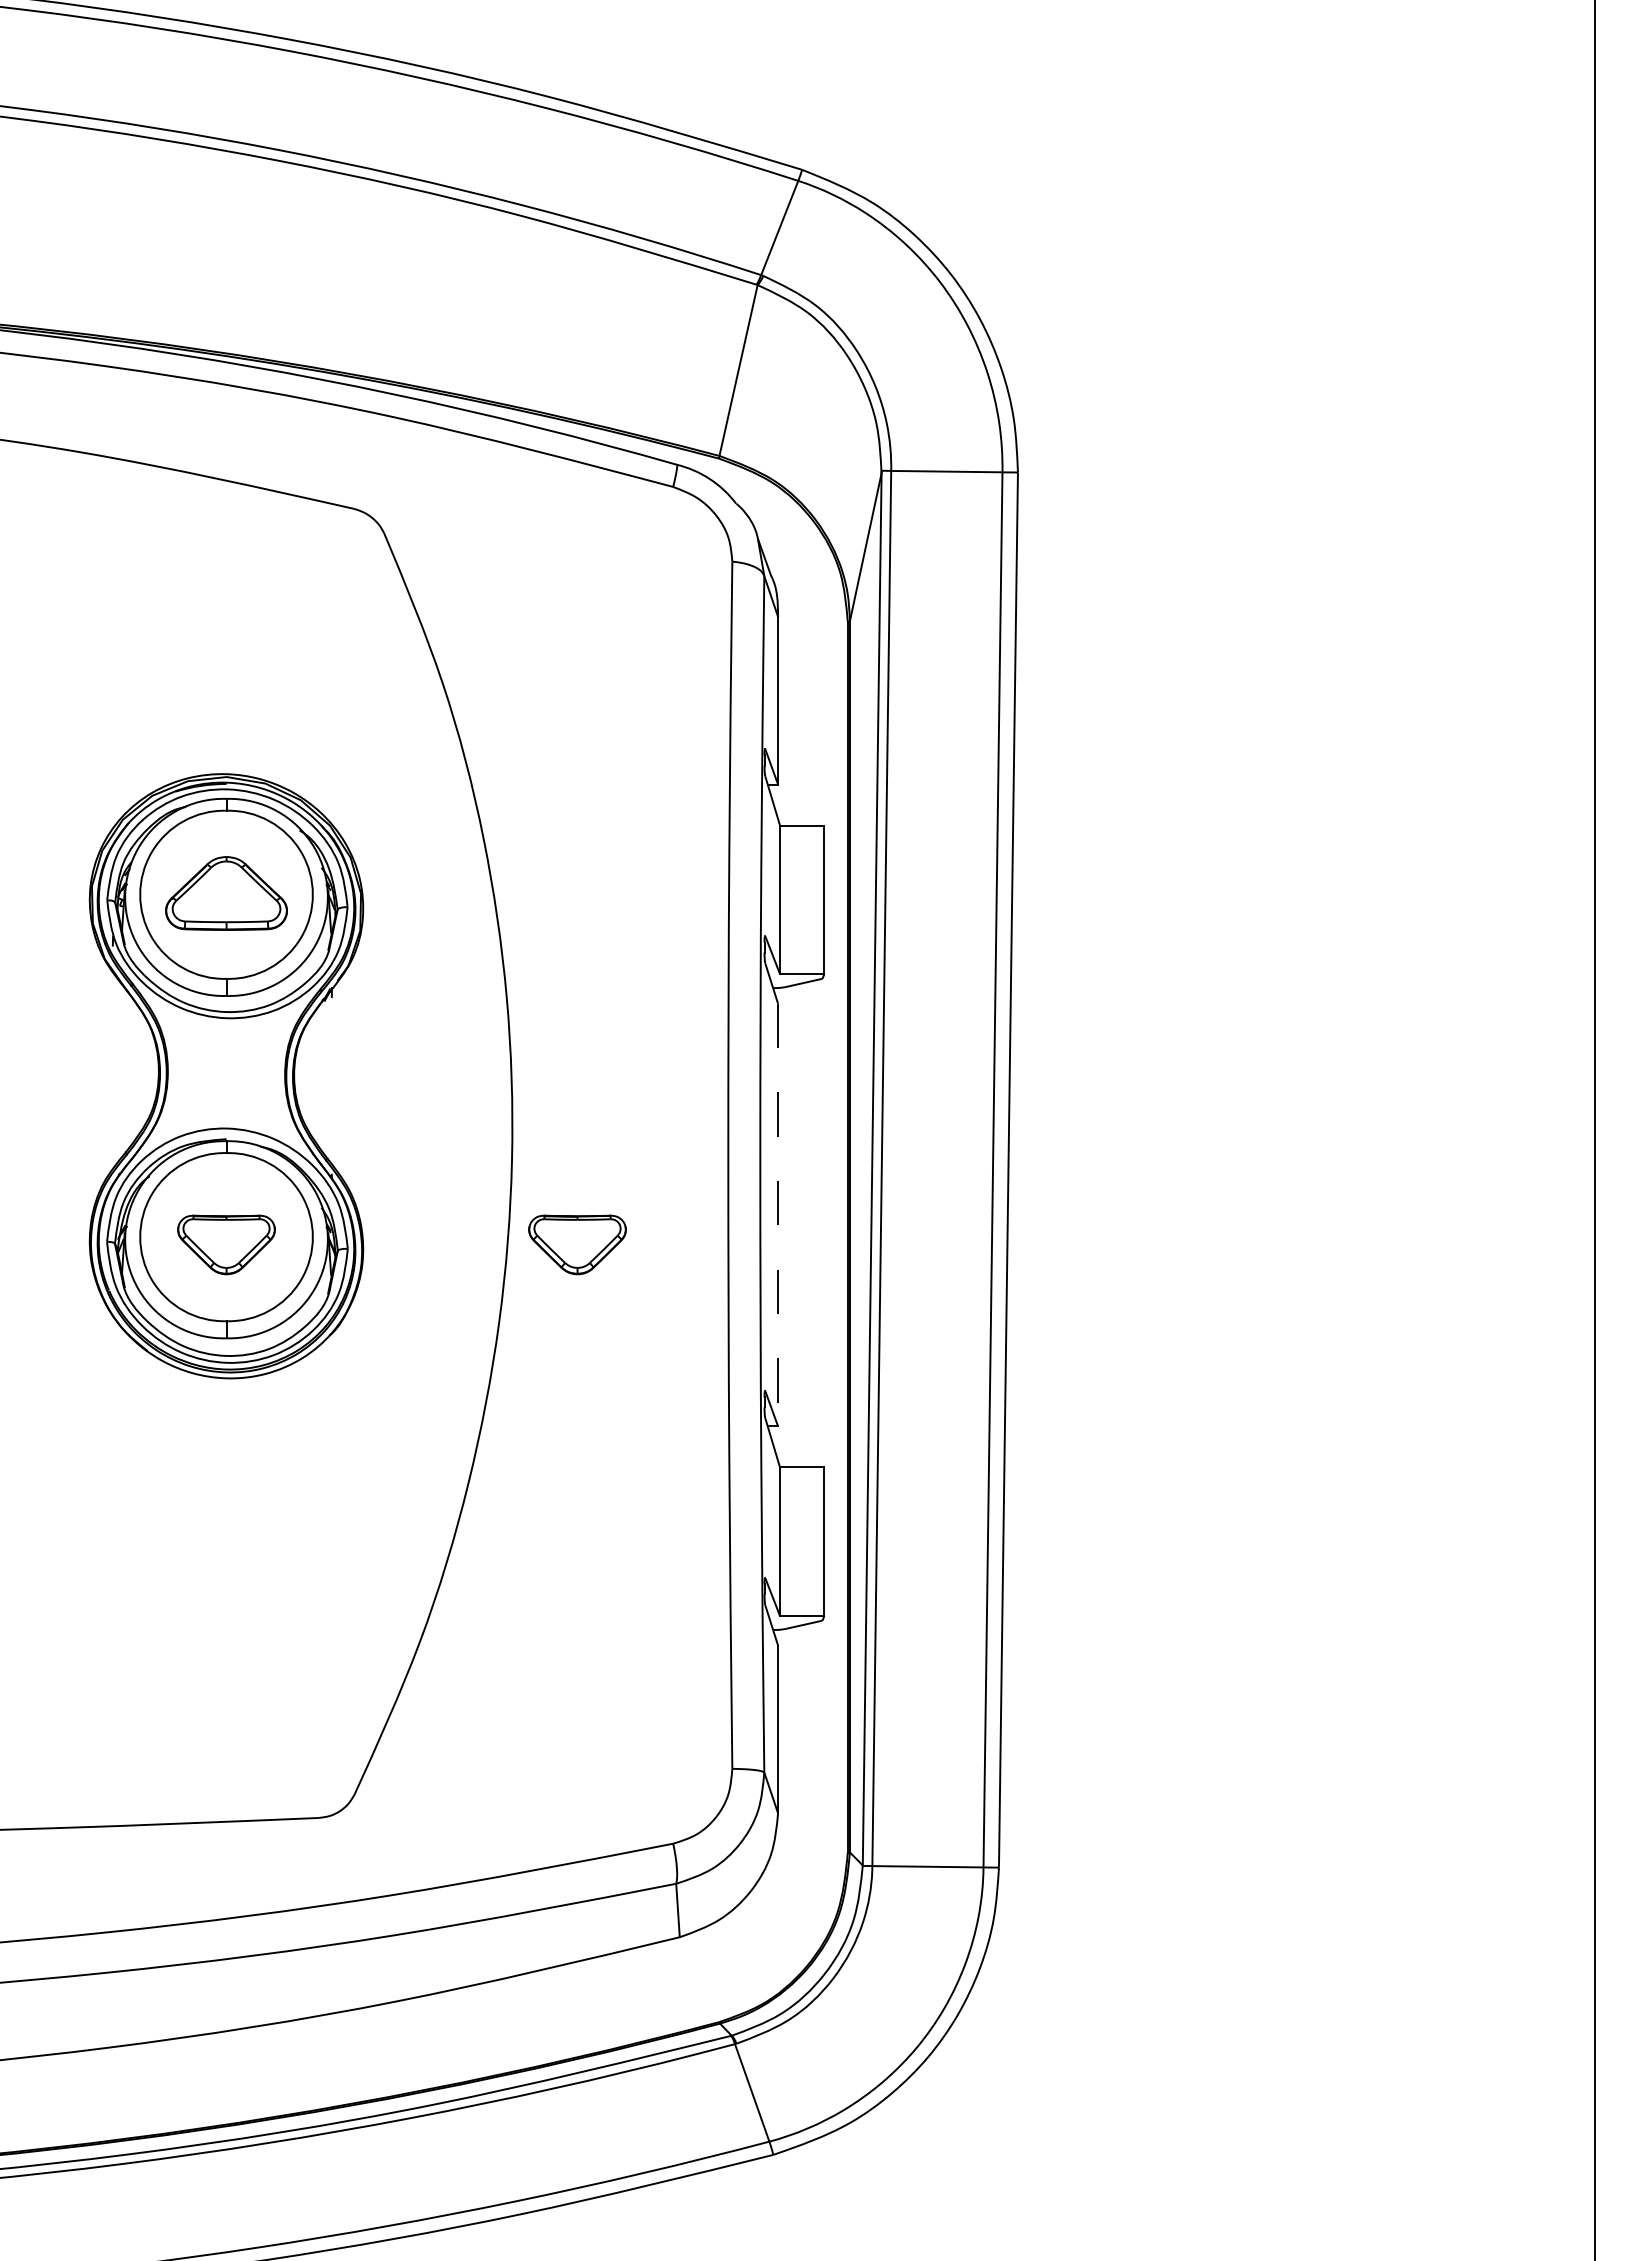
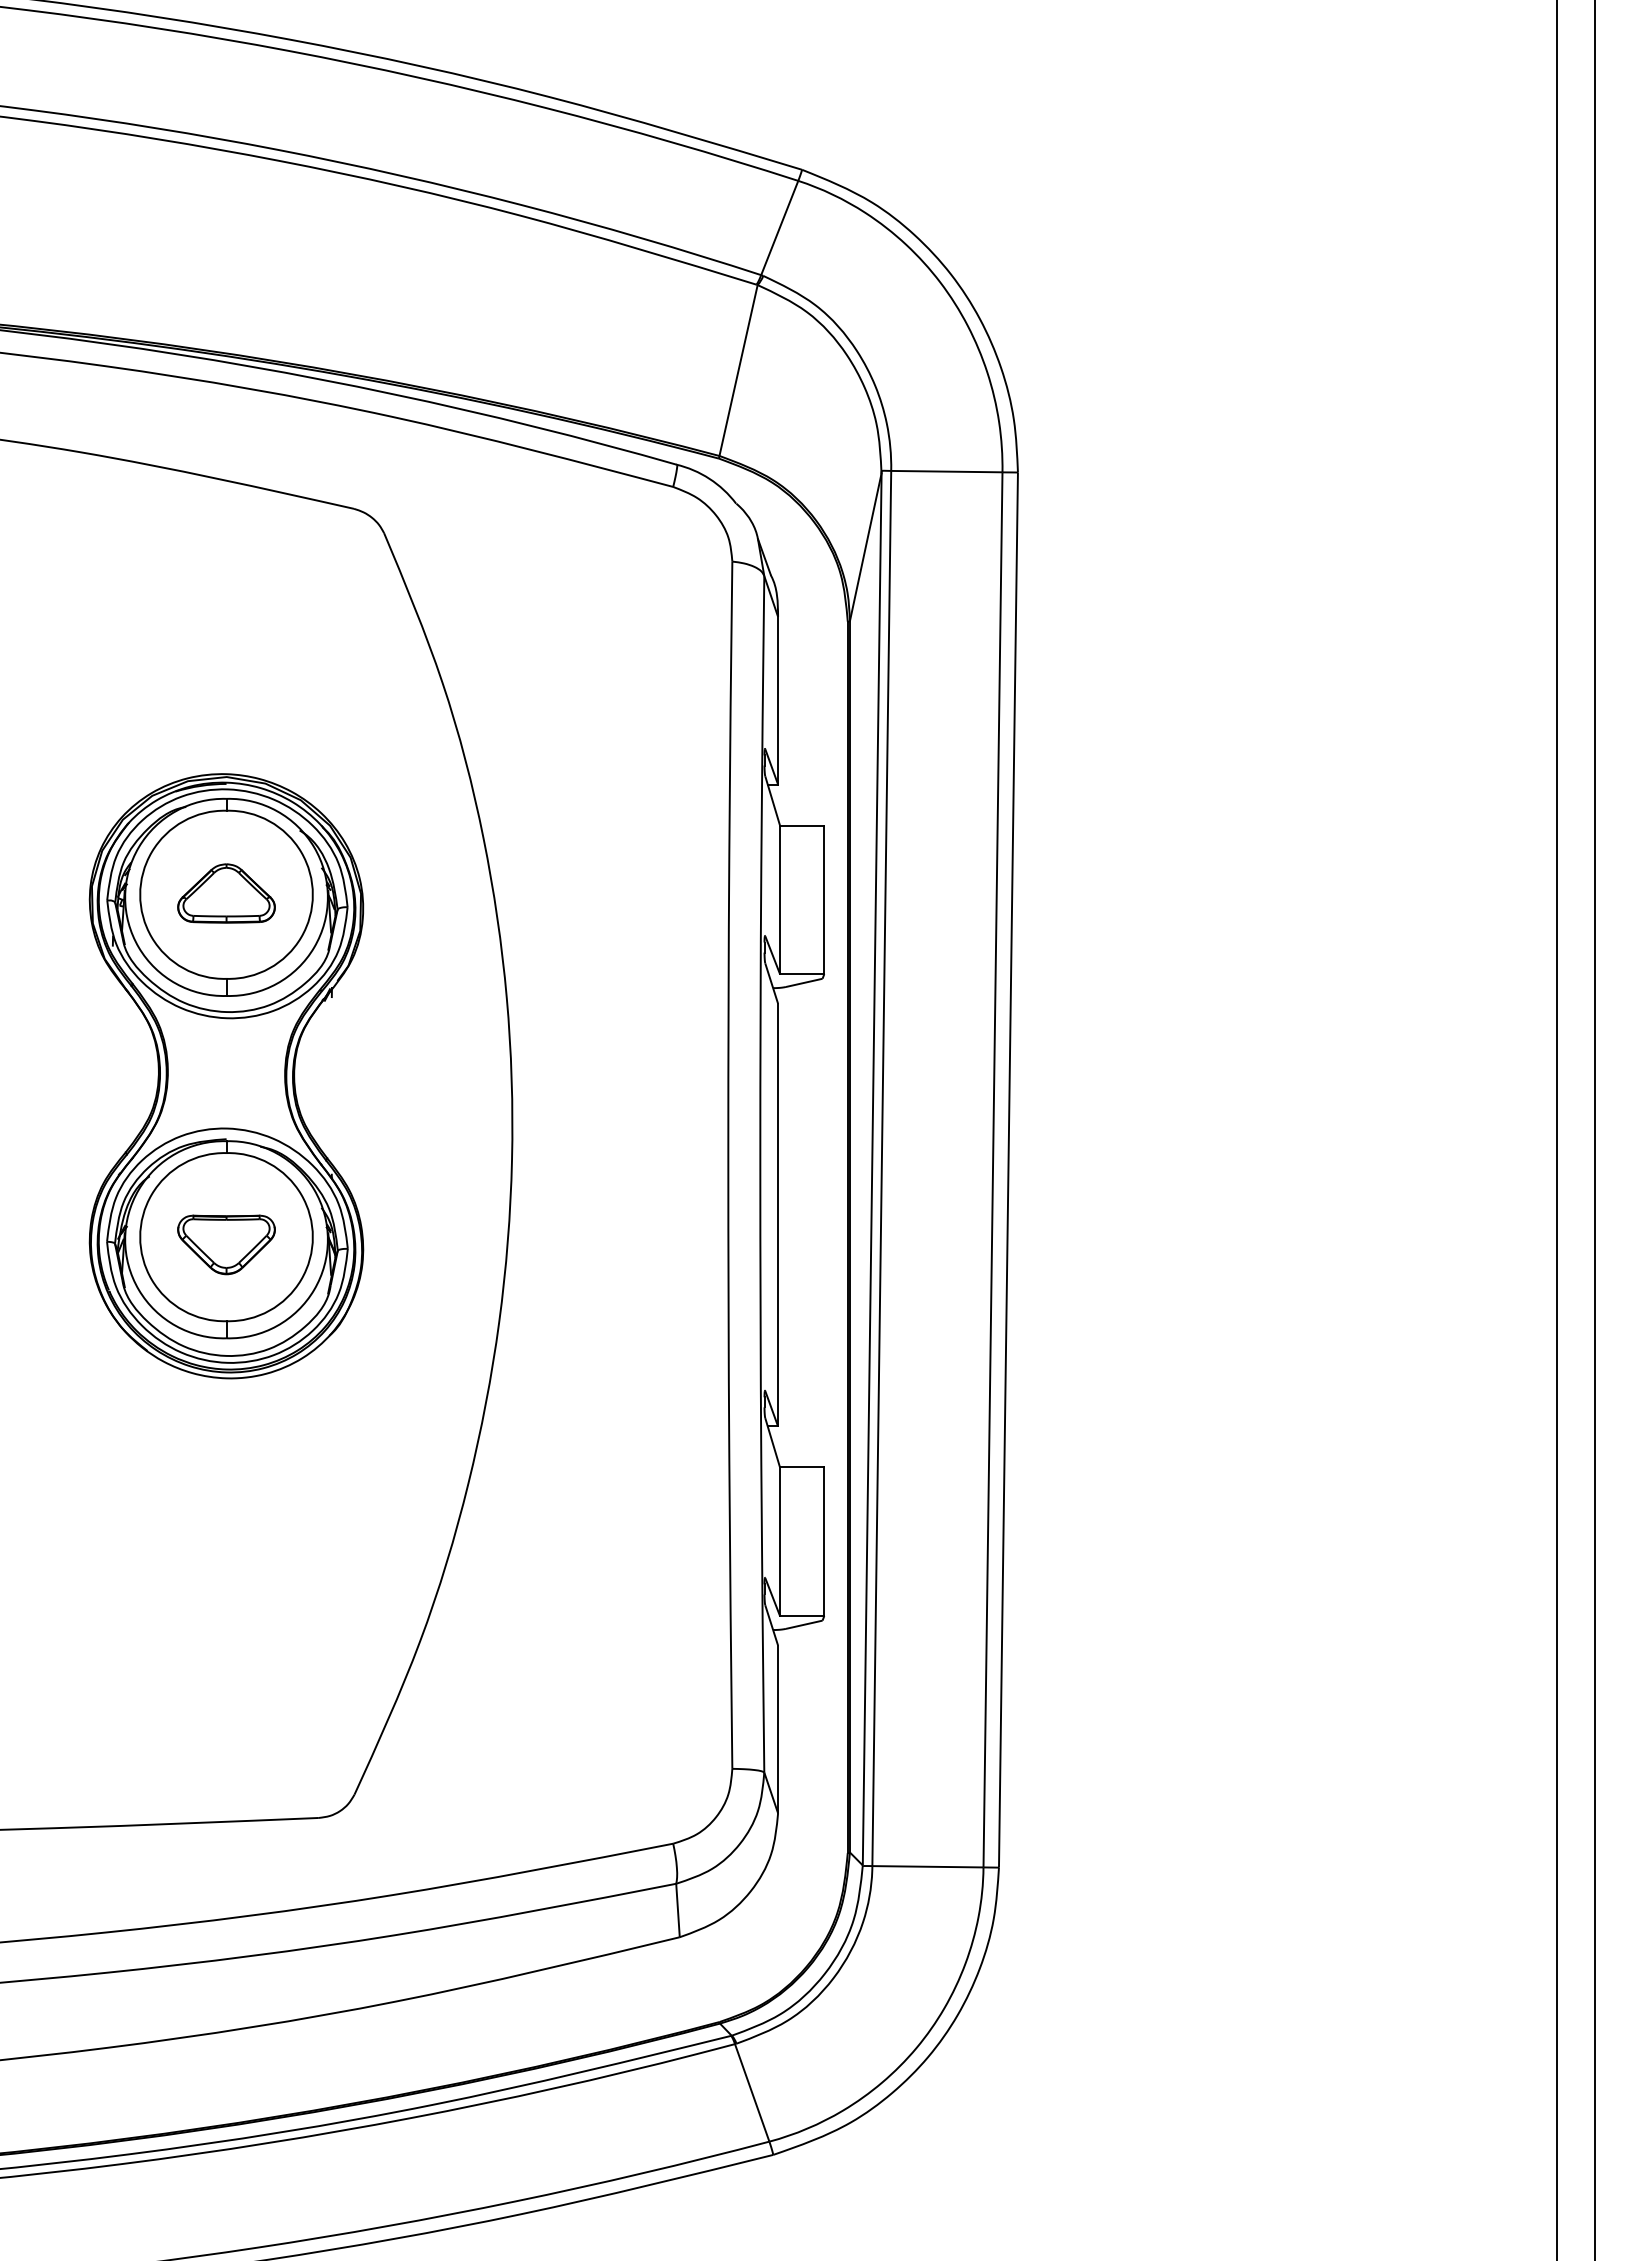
part at (226, 893) size: 123x75 px -> 99x61 px
line at (1557, 1129): none -> present
line at (778, 1215): dashed -> solid
part at (577, 1244): present -> none
